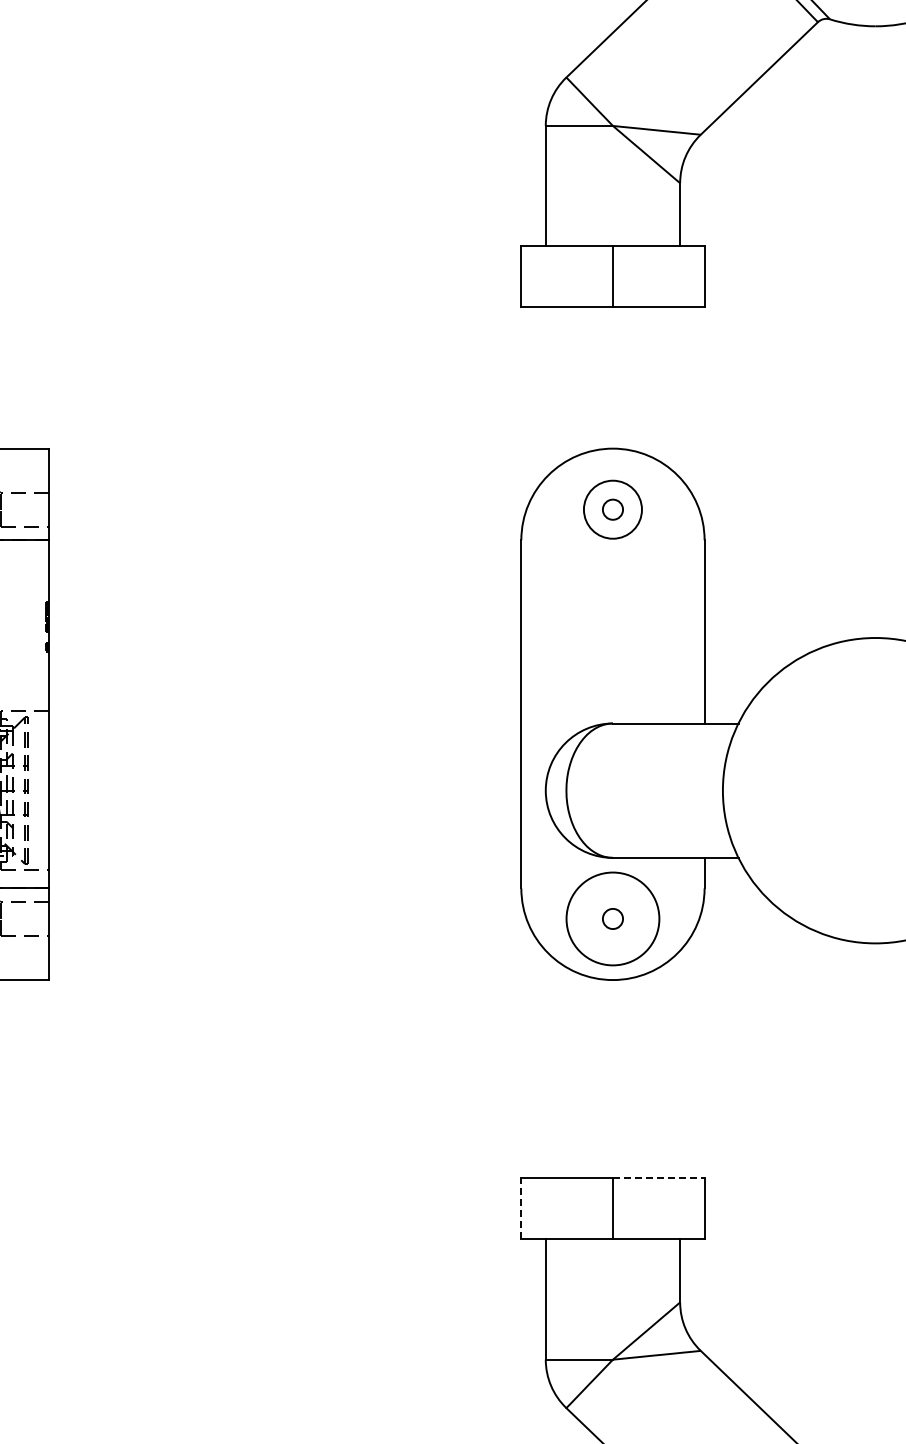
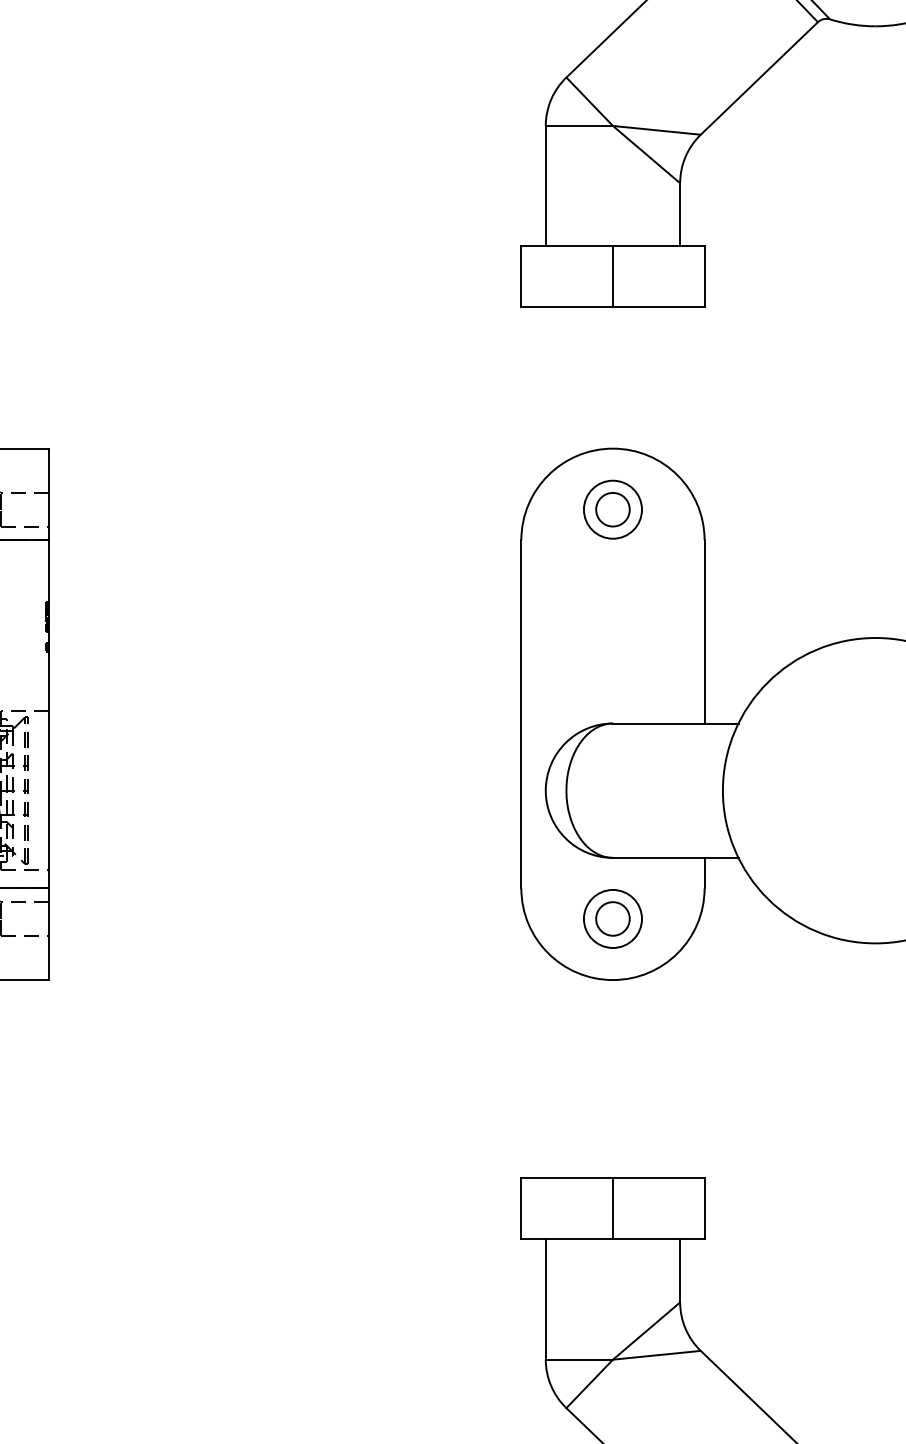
circle at (612, 509) diameter: 20 px -> 34 px
circle at (612, 918) diameter: 20 px -> 34 px
circle at (612, 918) diameter: 93 px -> 58 px
line at (658, 1178): dashed -> solid
line at (521, 1208): dashed -> solid
